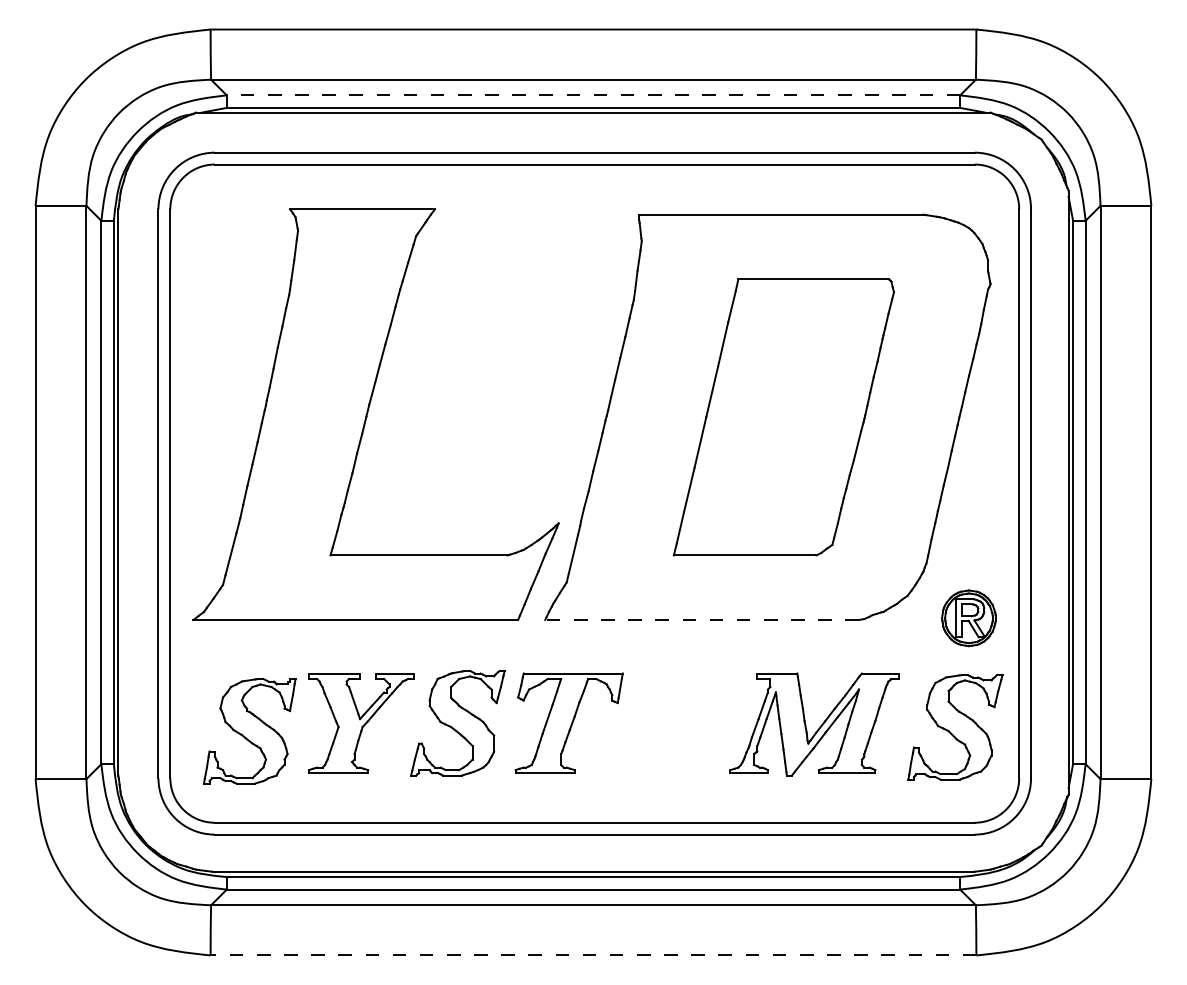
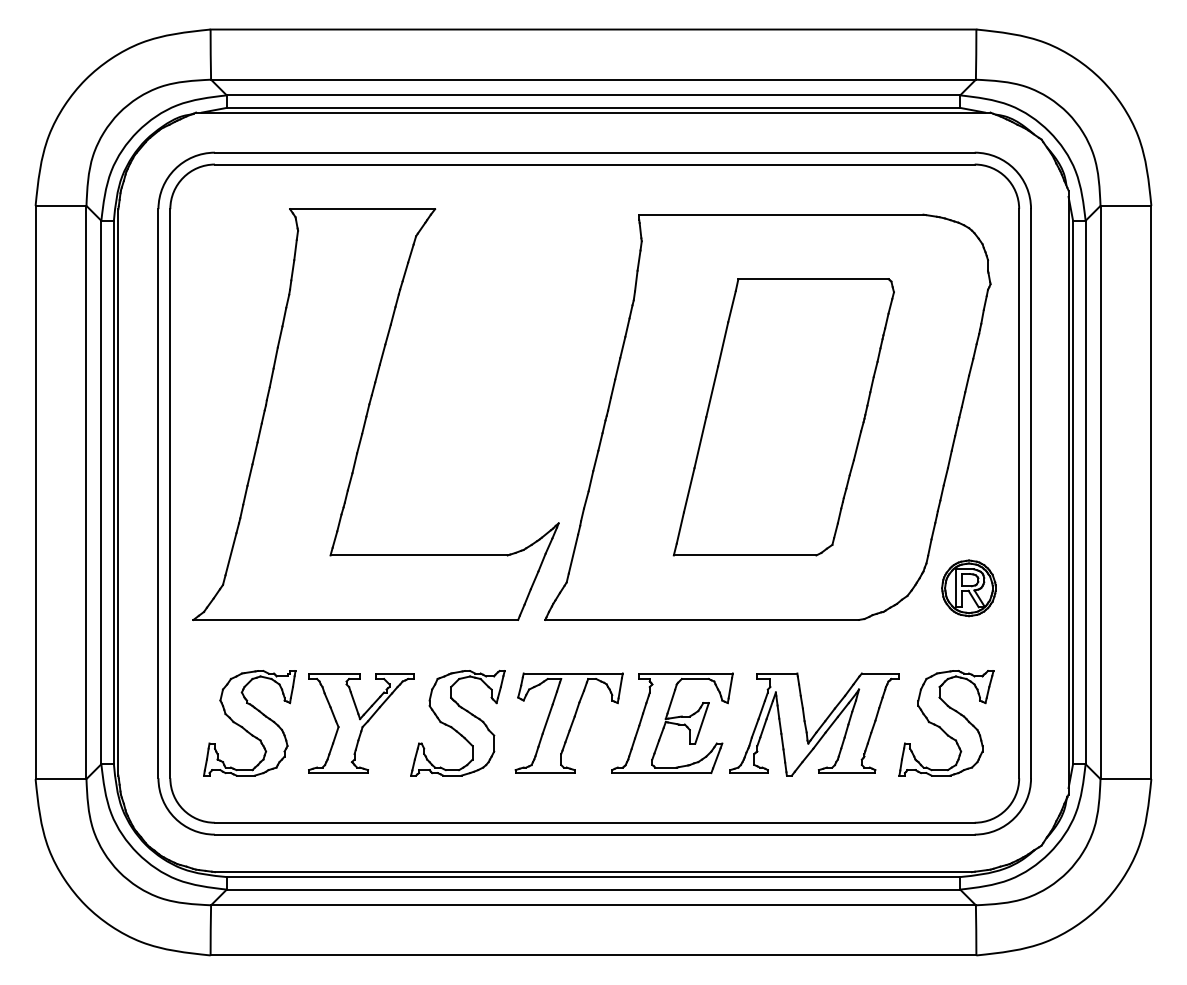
line at (593, 95): dashed -> solid
part at (968, 618) position: (968, 618) -> (968, 588)
line at (702, 619): dashed -> solid
part at (672, 723): none -> present
part at (955, 727) position: (955, 727) -> (946, 723)
part at (249, 731) position: (249, 731) -> (249, 723)
line at (593, 955): dashed -> solid
